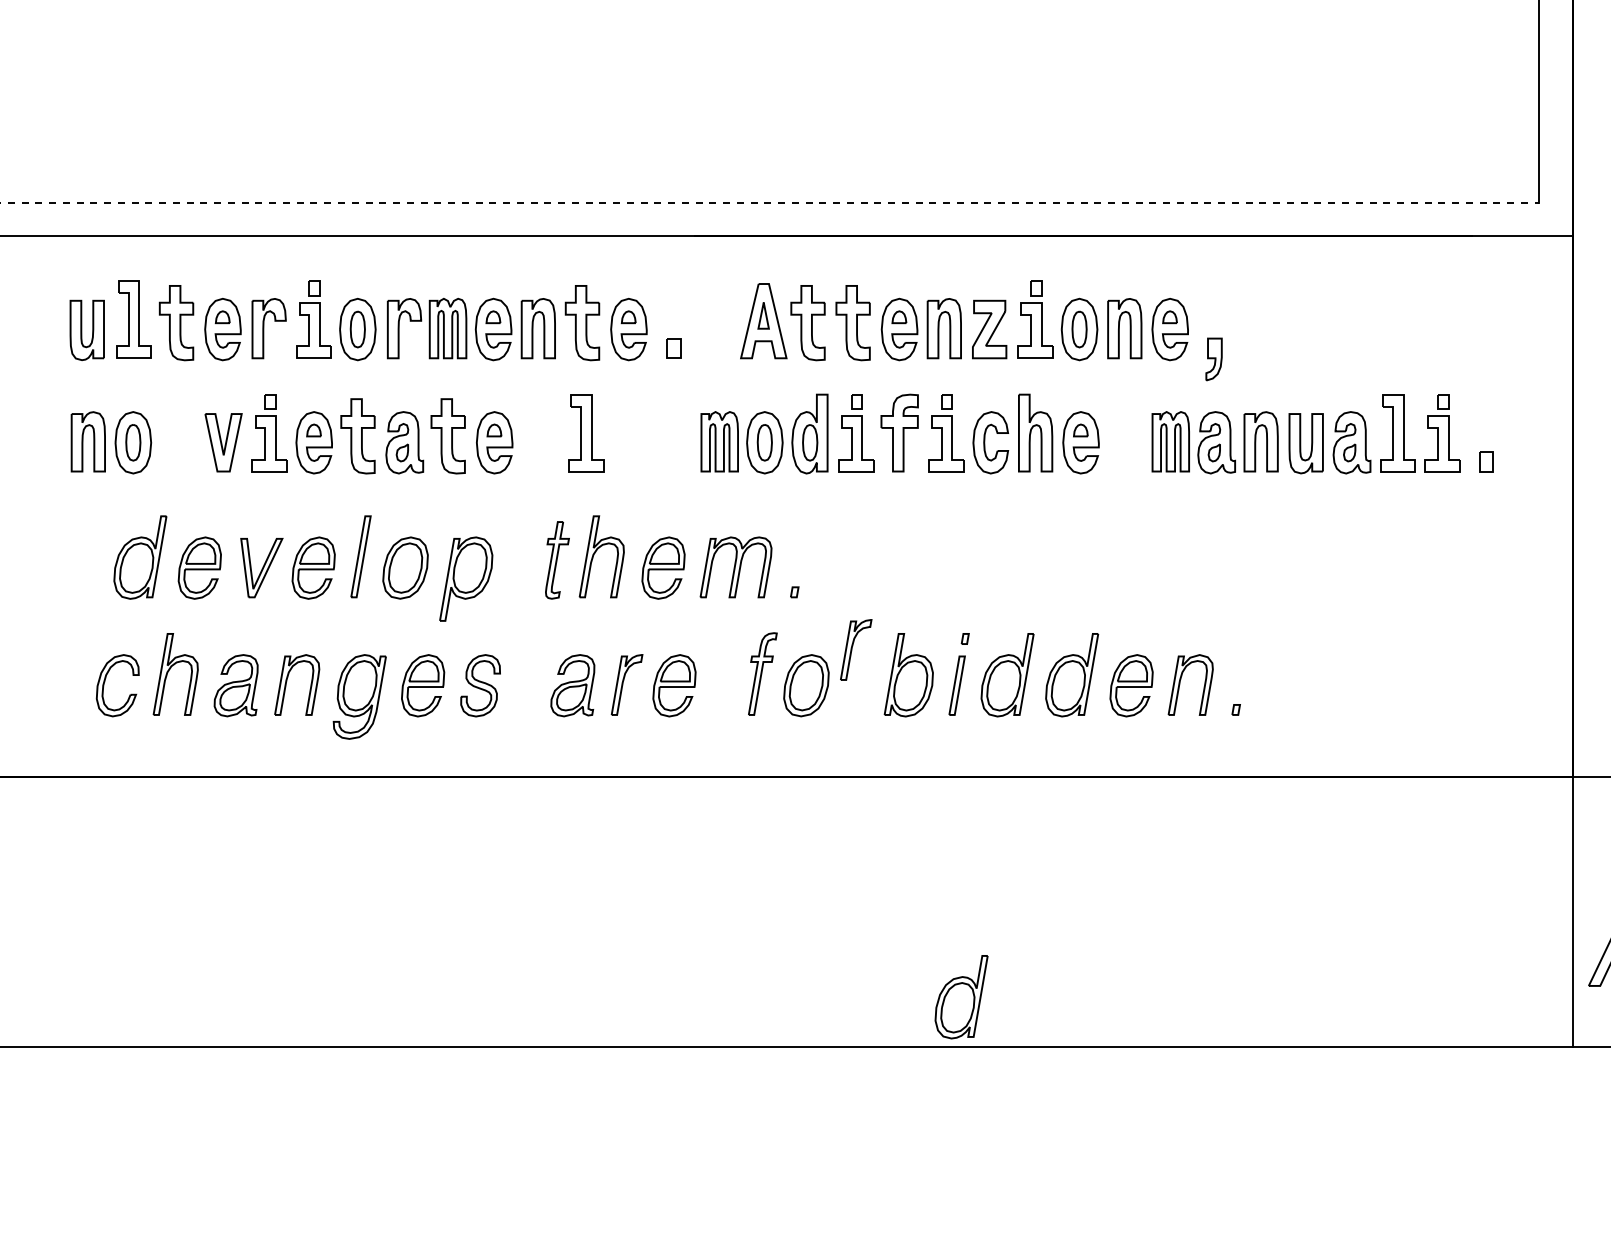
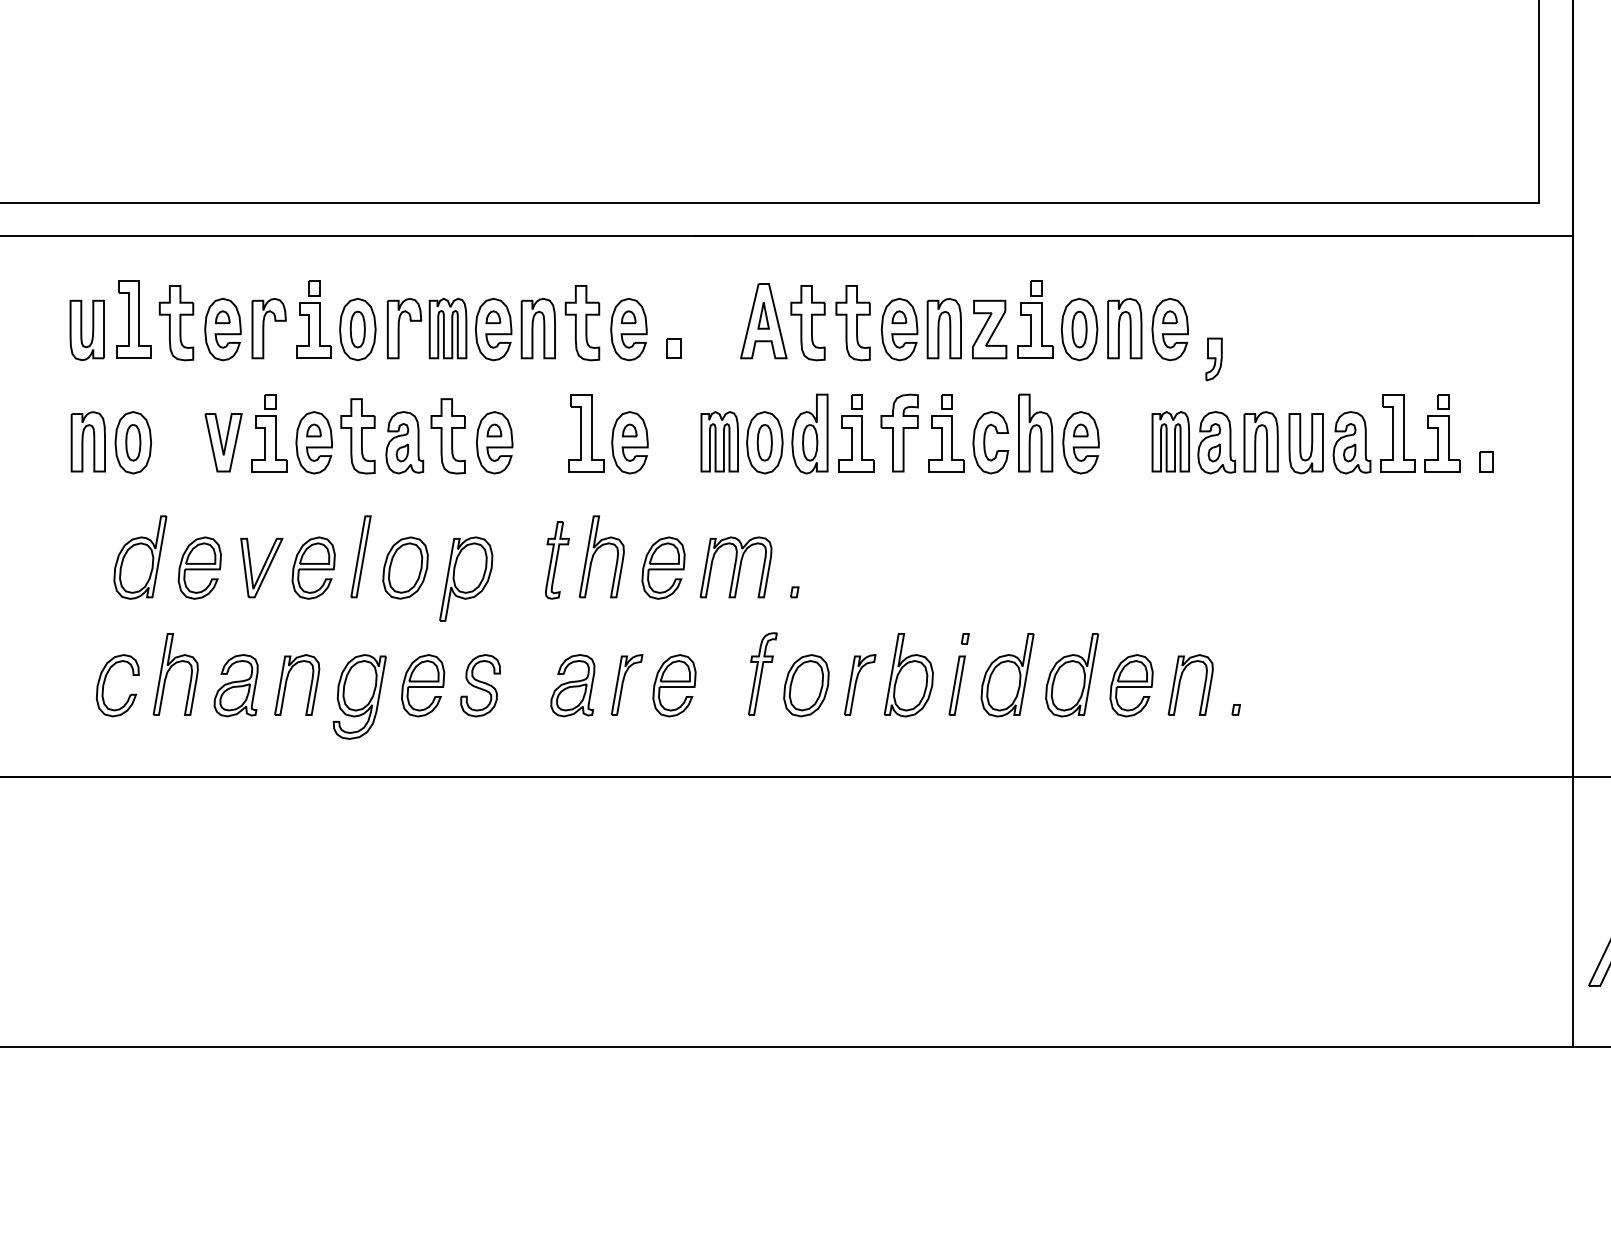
line at (770, 202): dashed -> solid
part at (629, 442): none -> present
part at (856, 649) position: (856, 649) -> (860, 684)
part at (961, 997): present -> none
